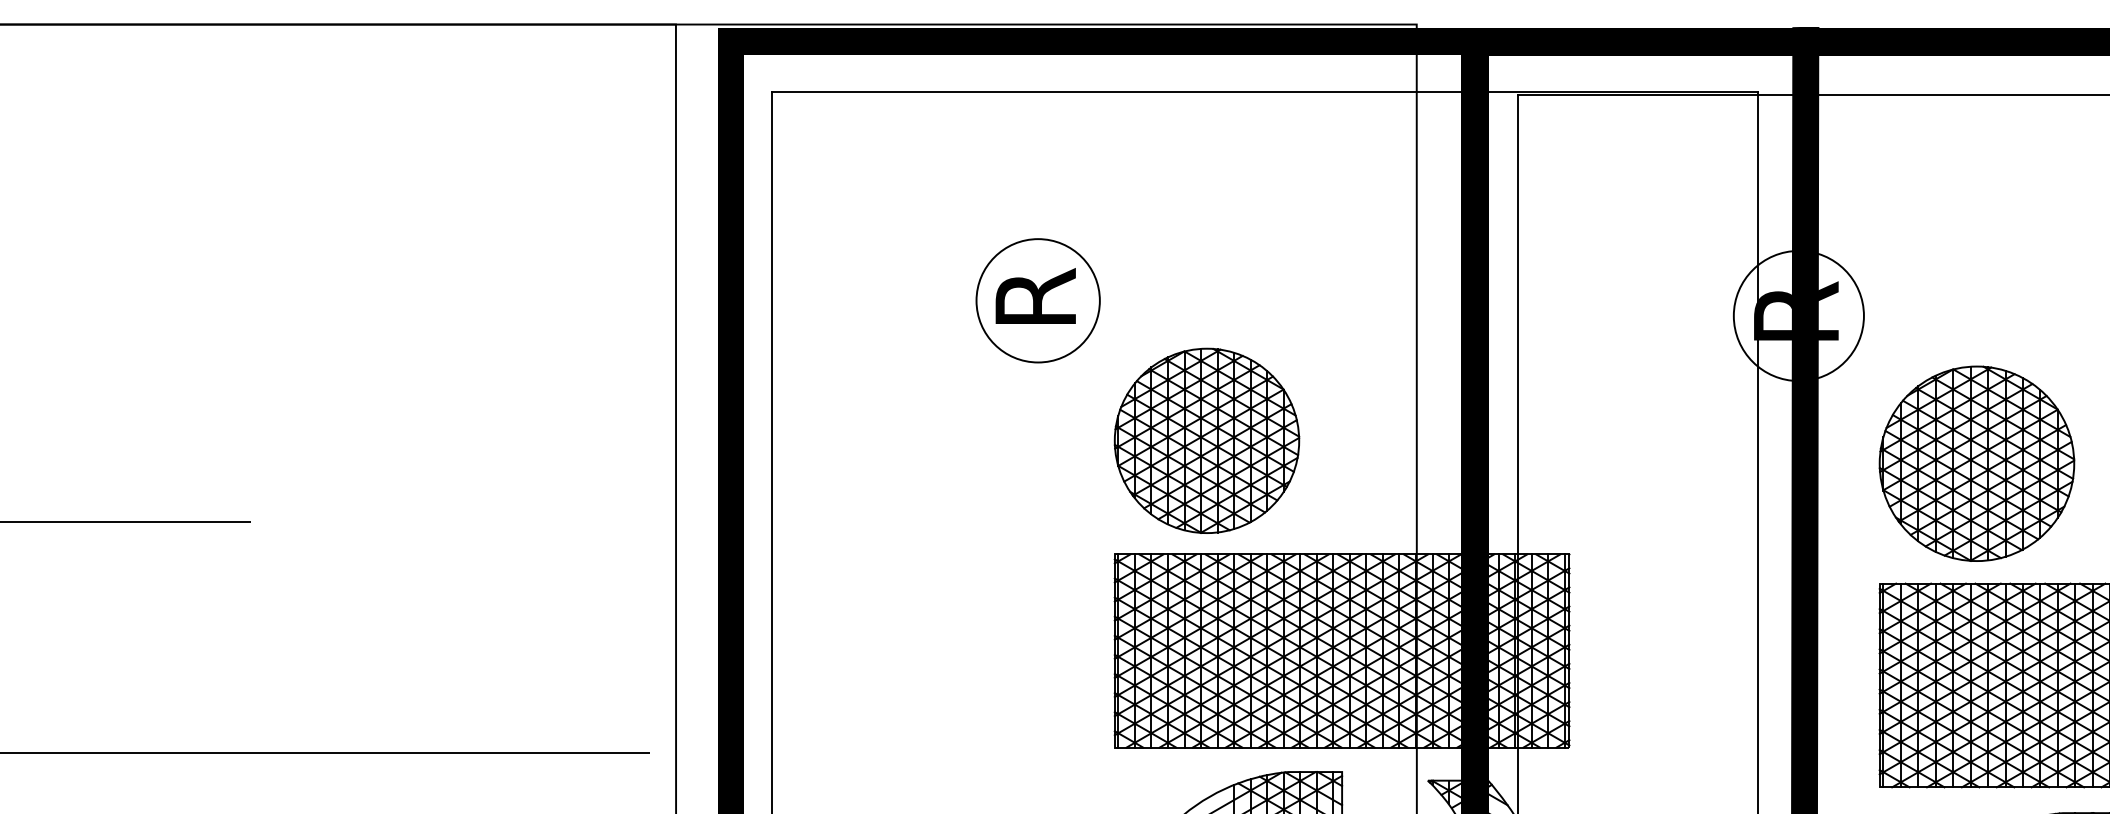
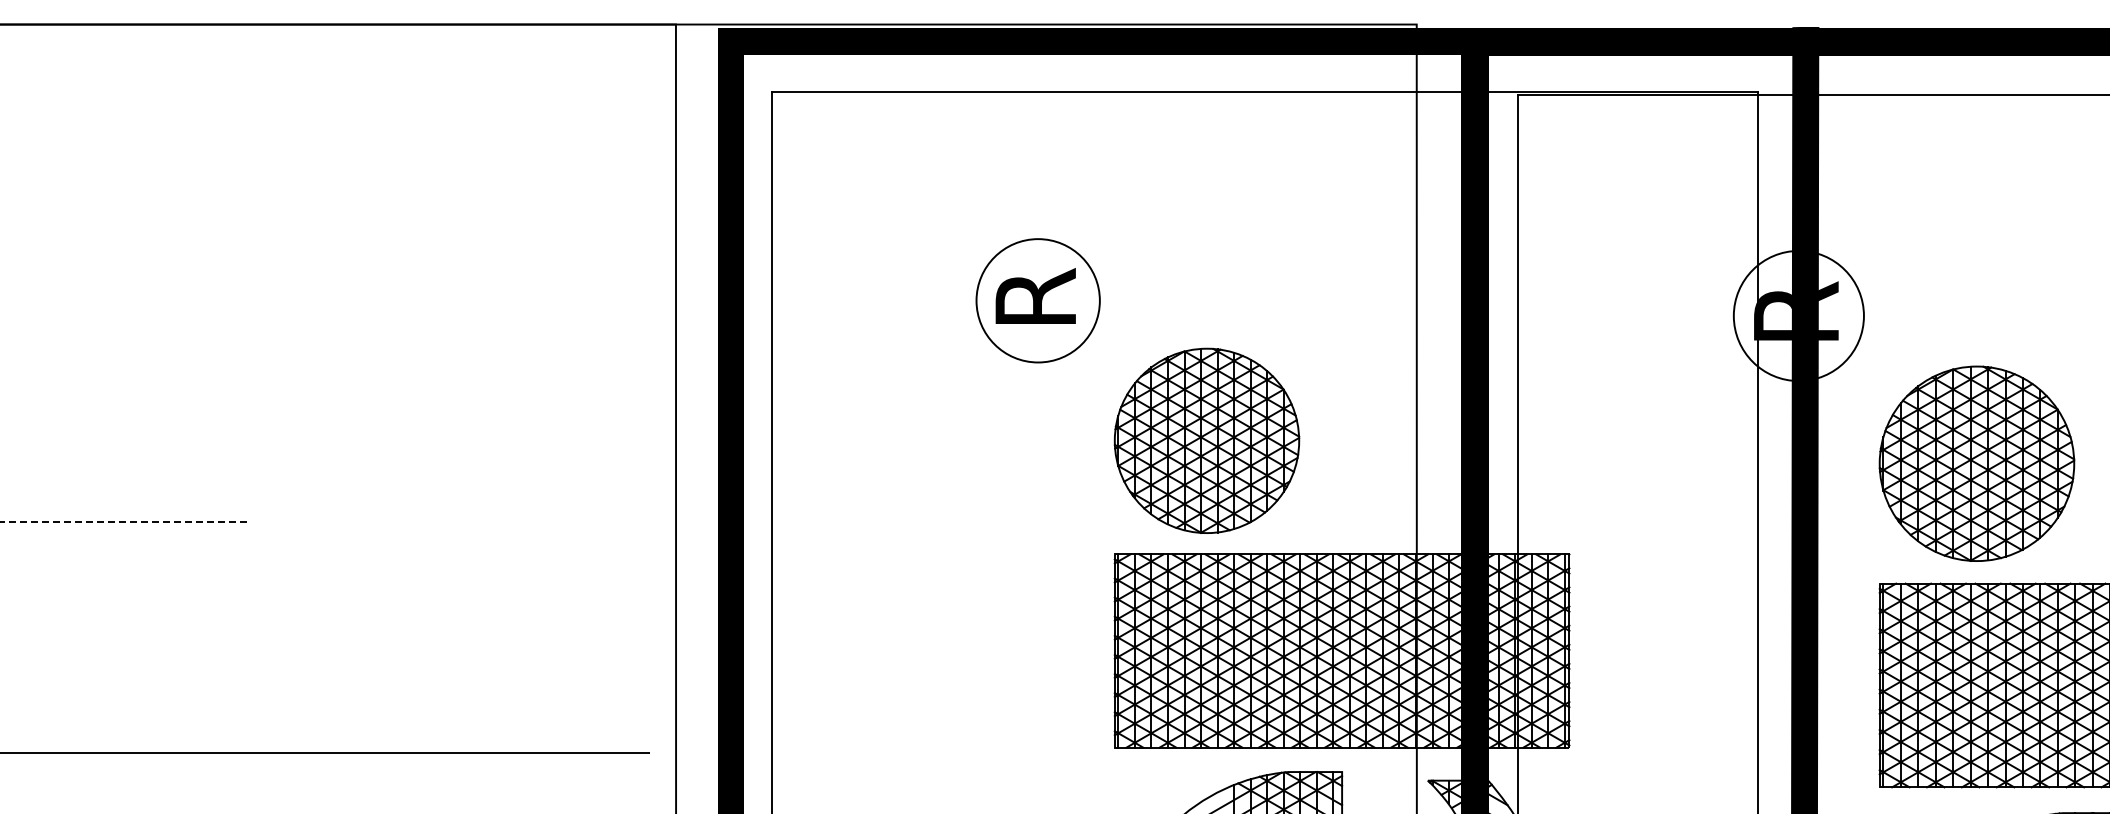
line at (126, 521): solid -> dashed
